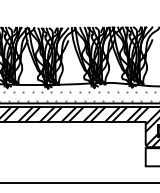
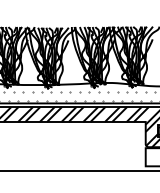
line at (79, 182) position: (79, 182) -> (79, 170)
